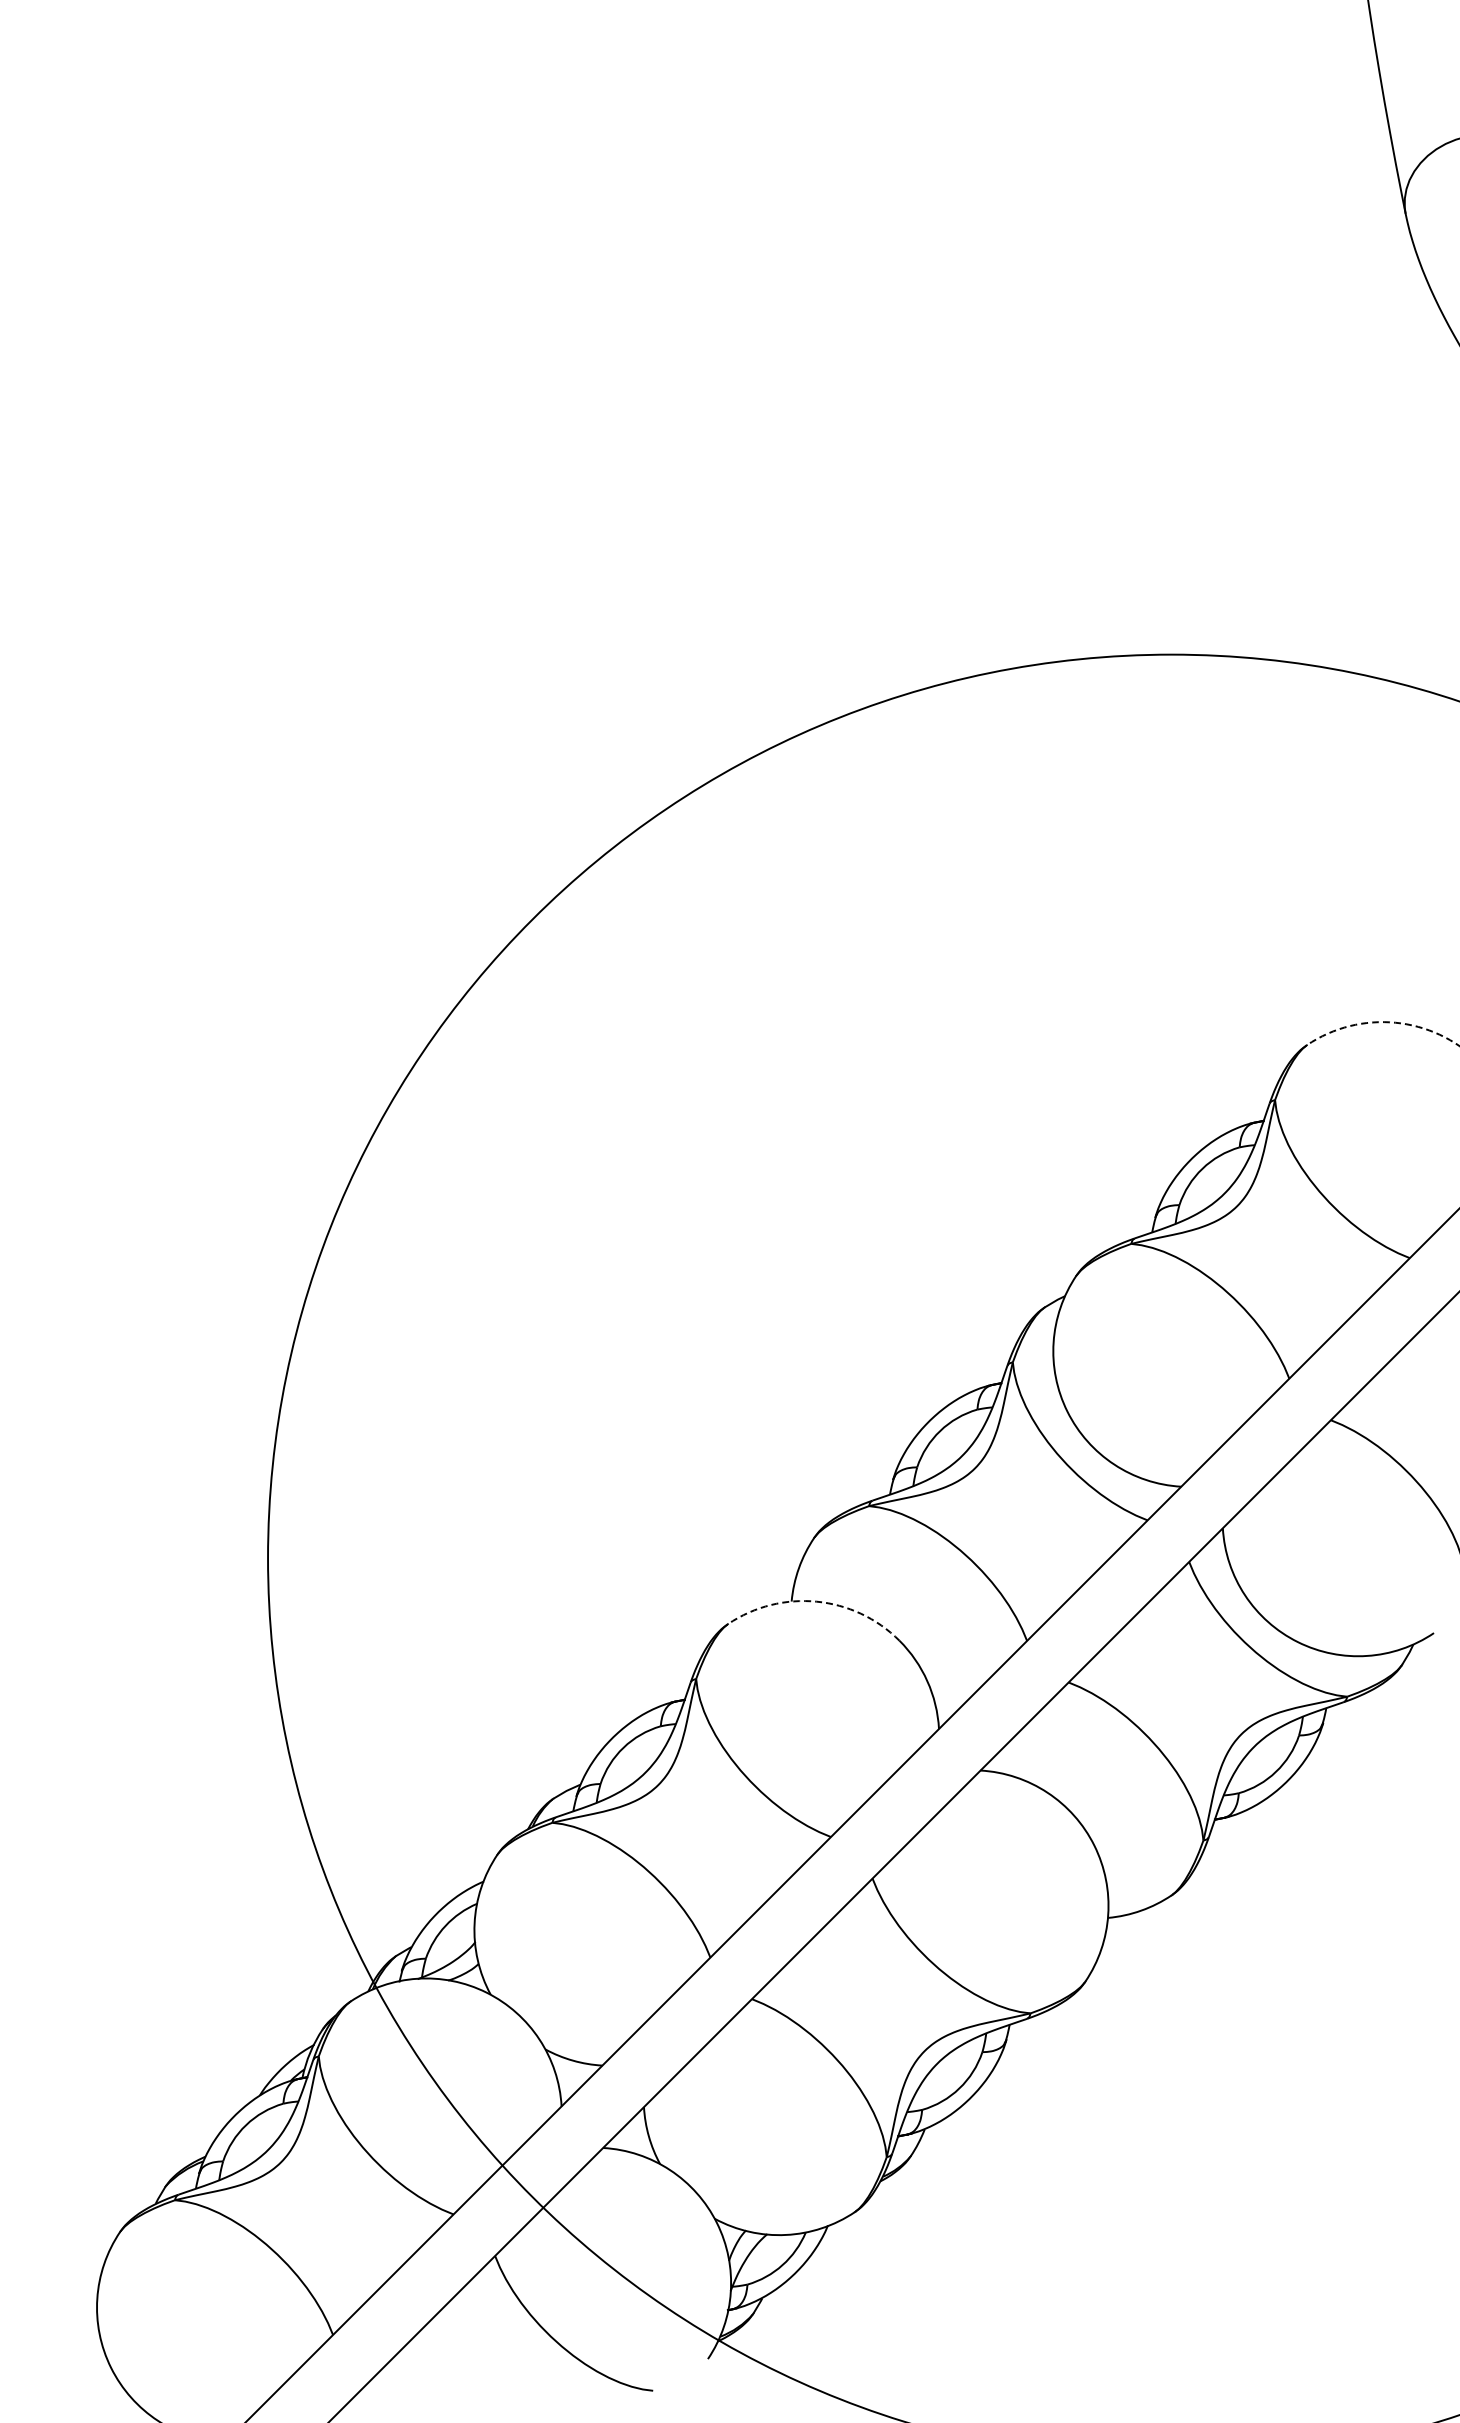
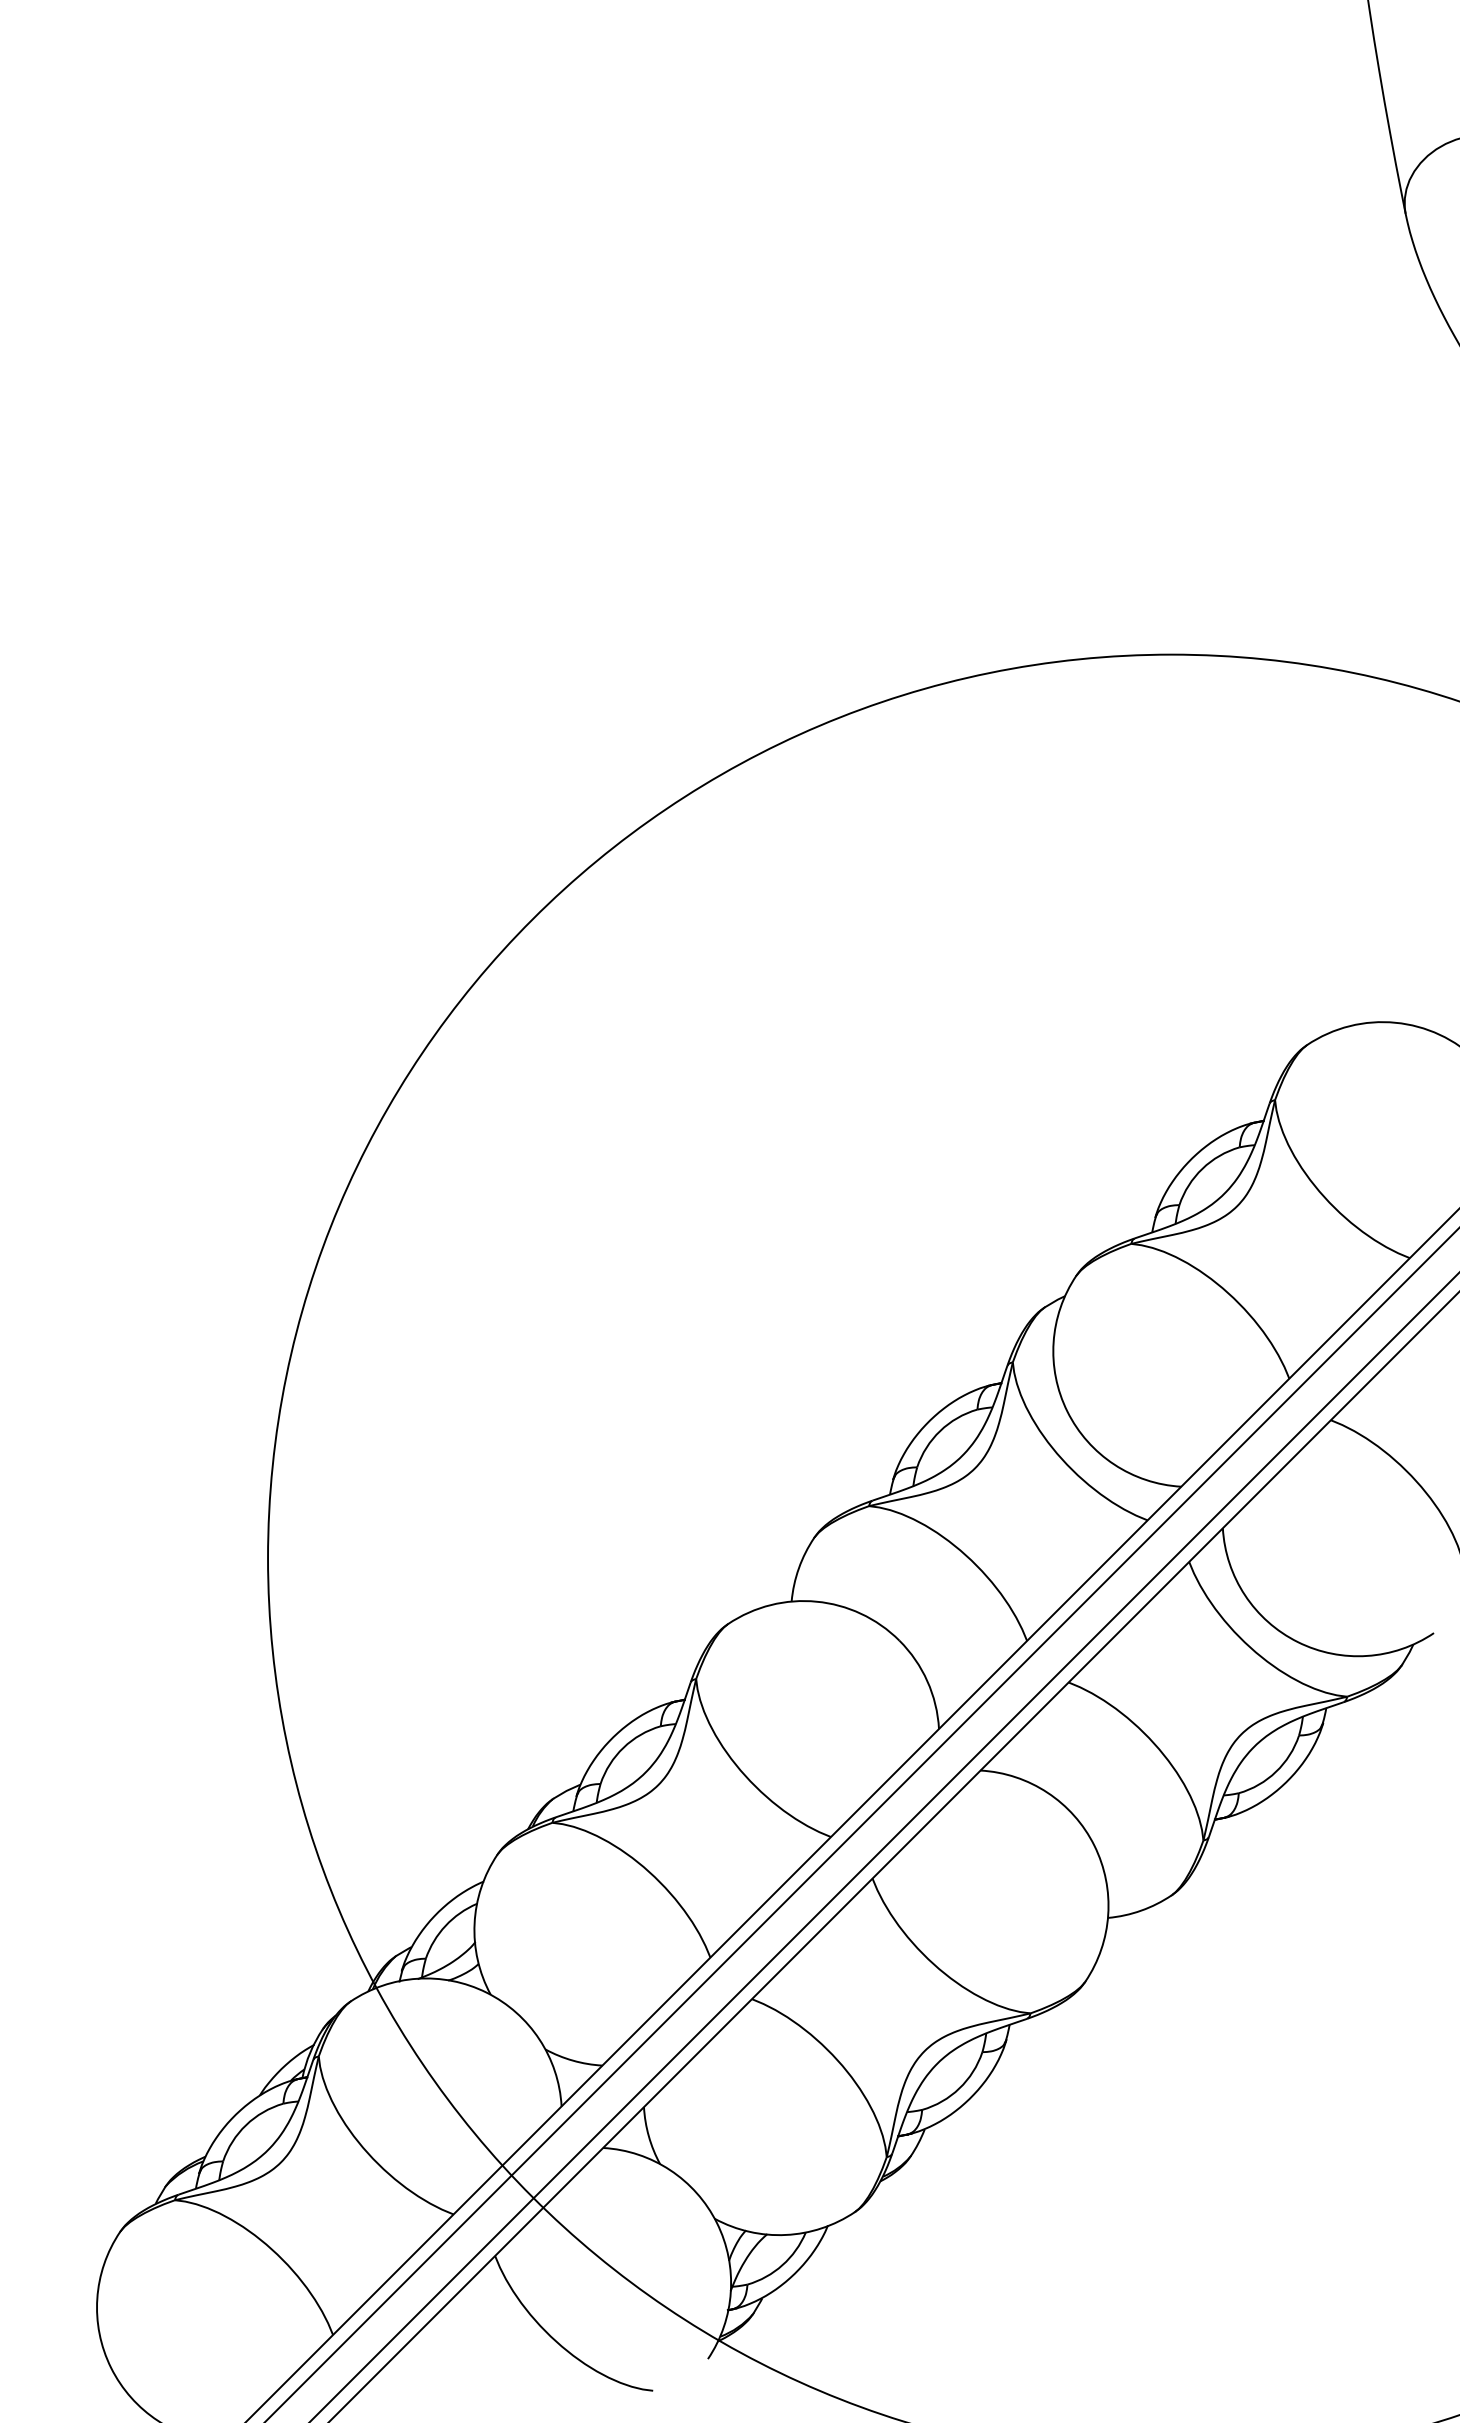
arc at (1383, 1022): dashed -> solid
arc at (816, 1601): dashed -> solid
line at (861, 1824): none -> present
line at (884, 1847): none -> present
